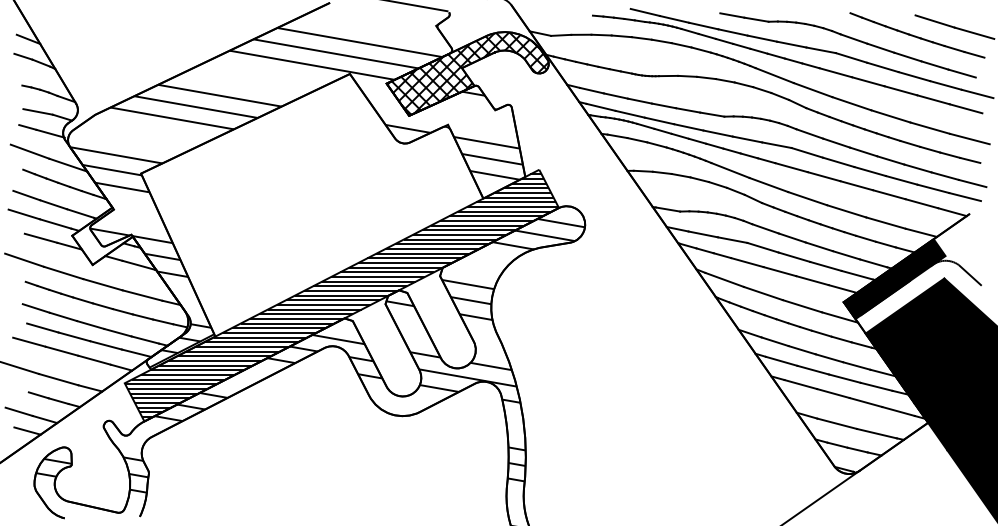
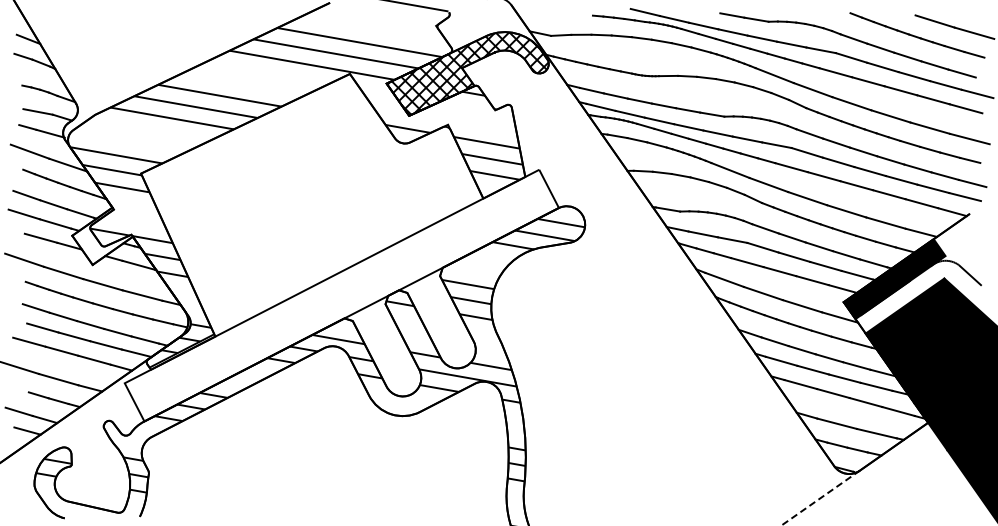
hatch at (341, 295): present -> none
line at (820, 498): solid -> dashed
